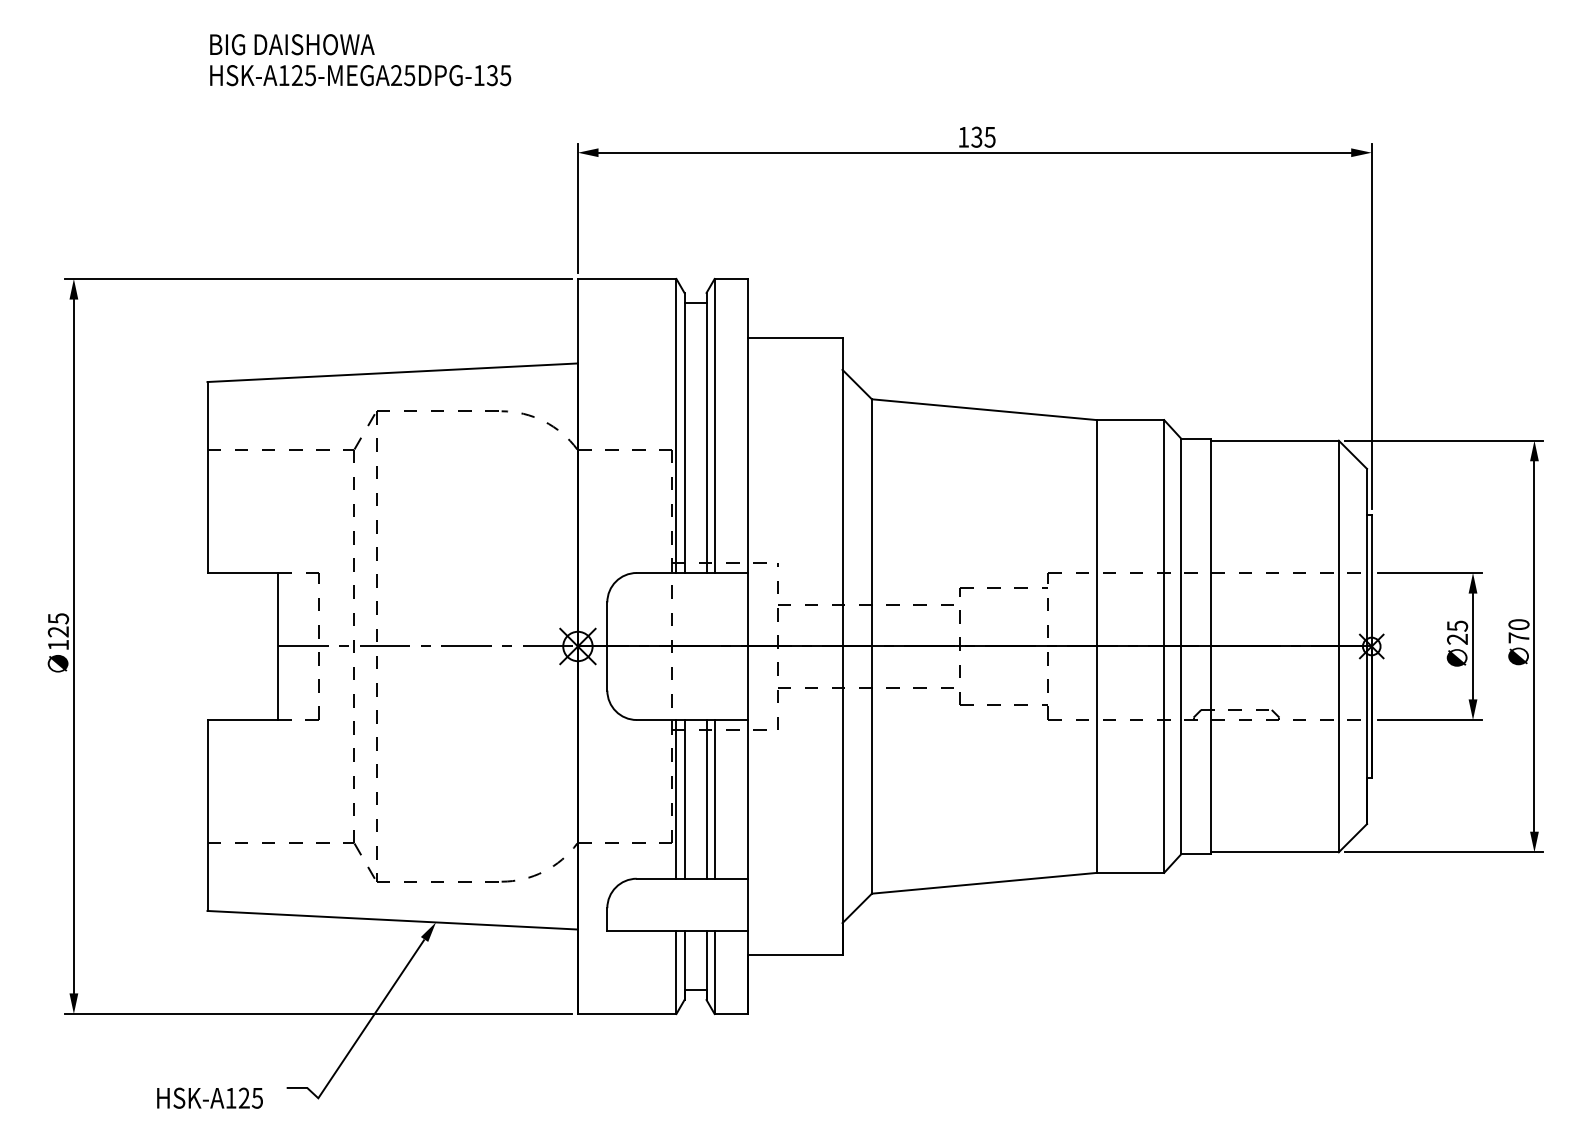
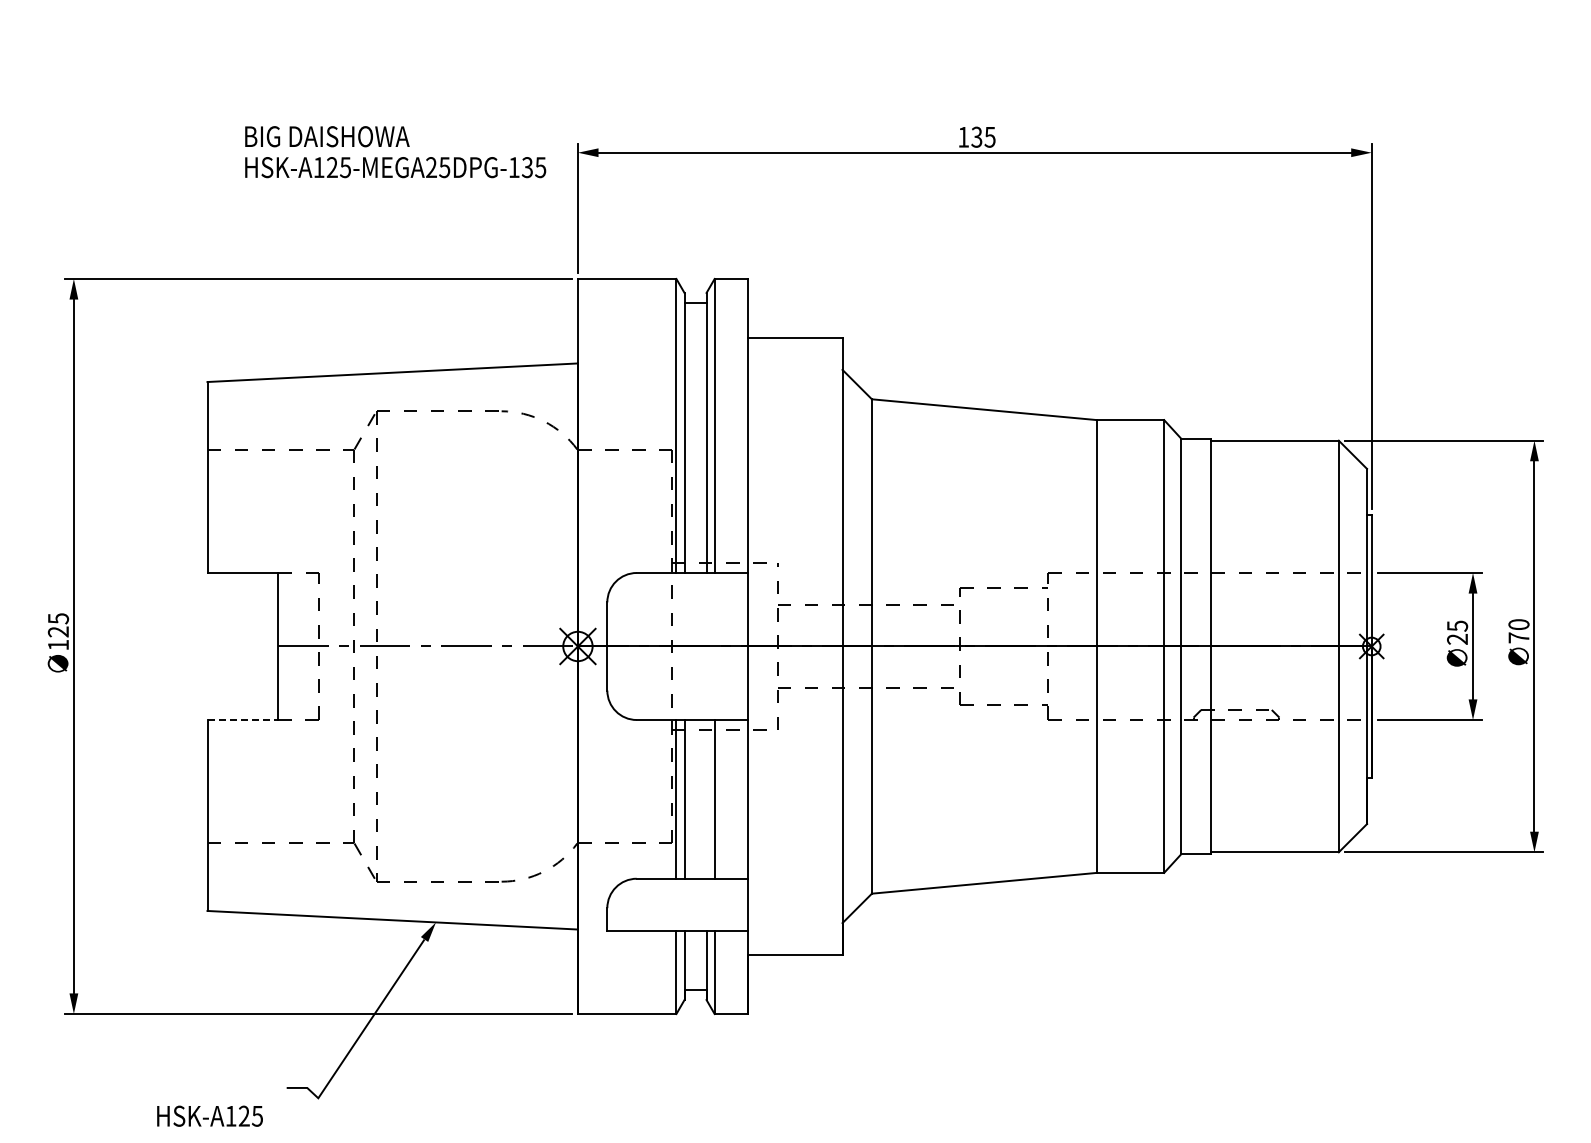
text at (360, 60) position: (360, 60) -> (395, 152)
line at (243, 720): solid -> dashed
line at (706, 799): present -> none
text at (209, 1097) position: (209, 1097) -> (209, 1115)
